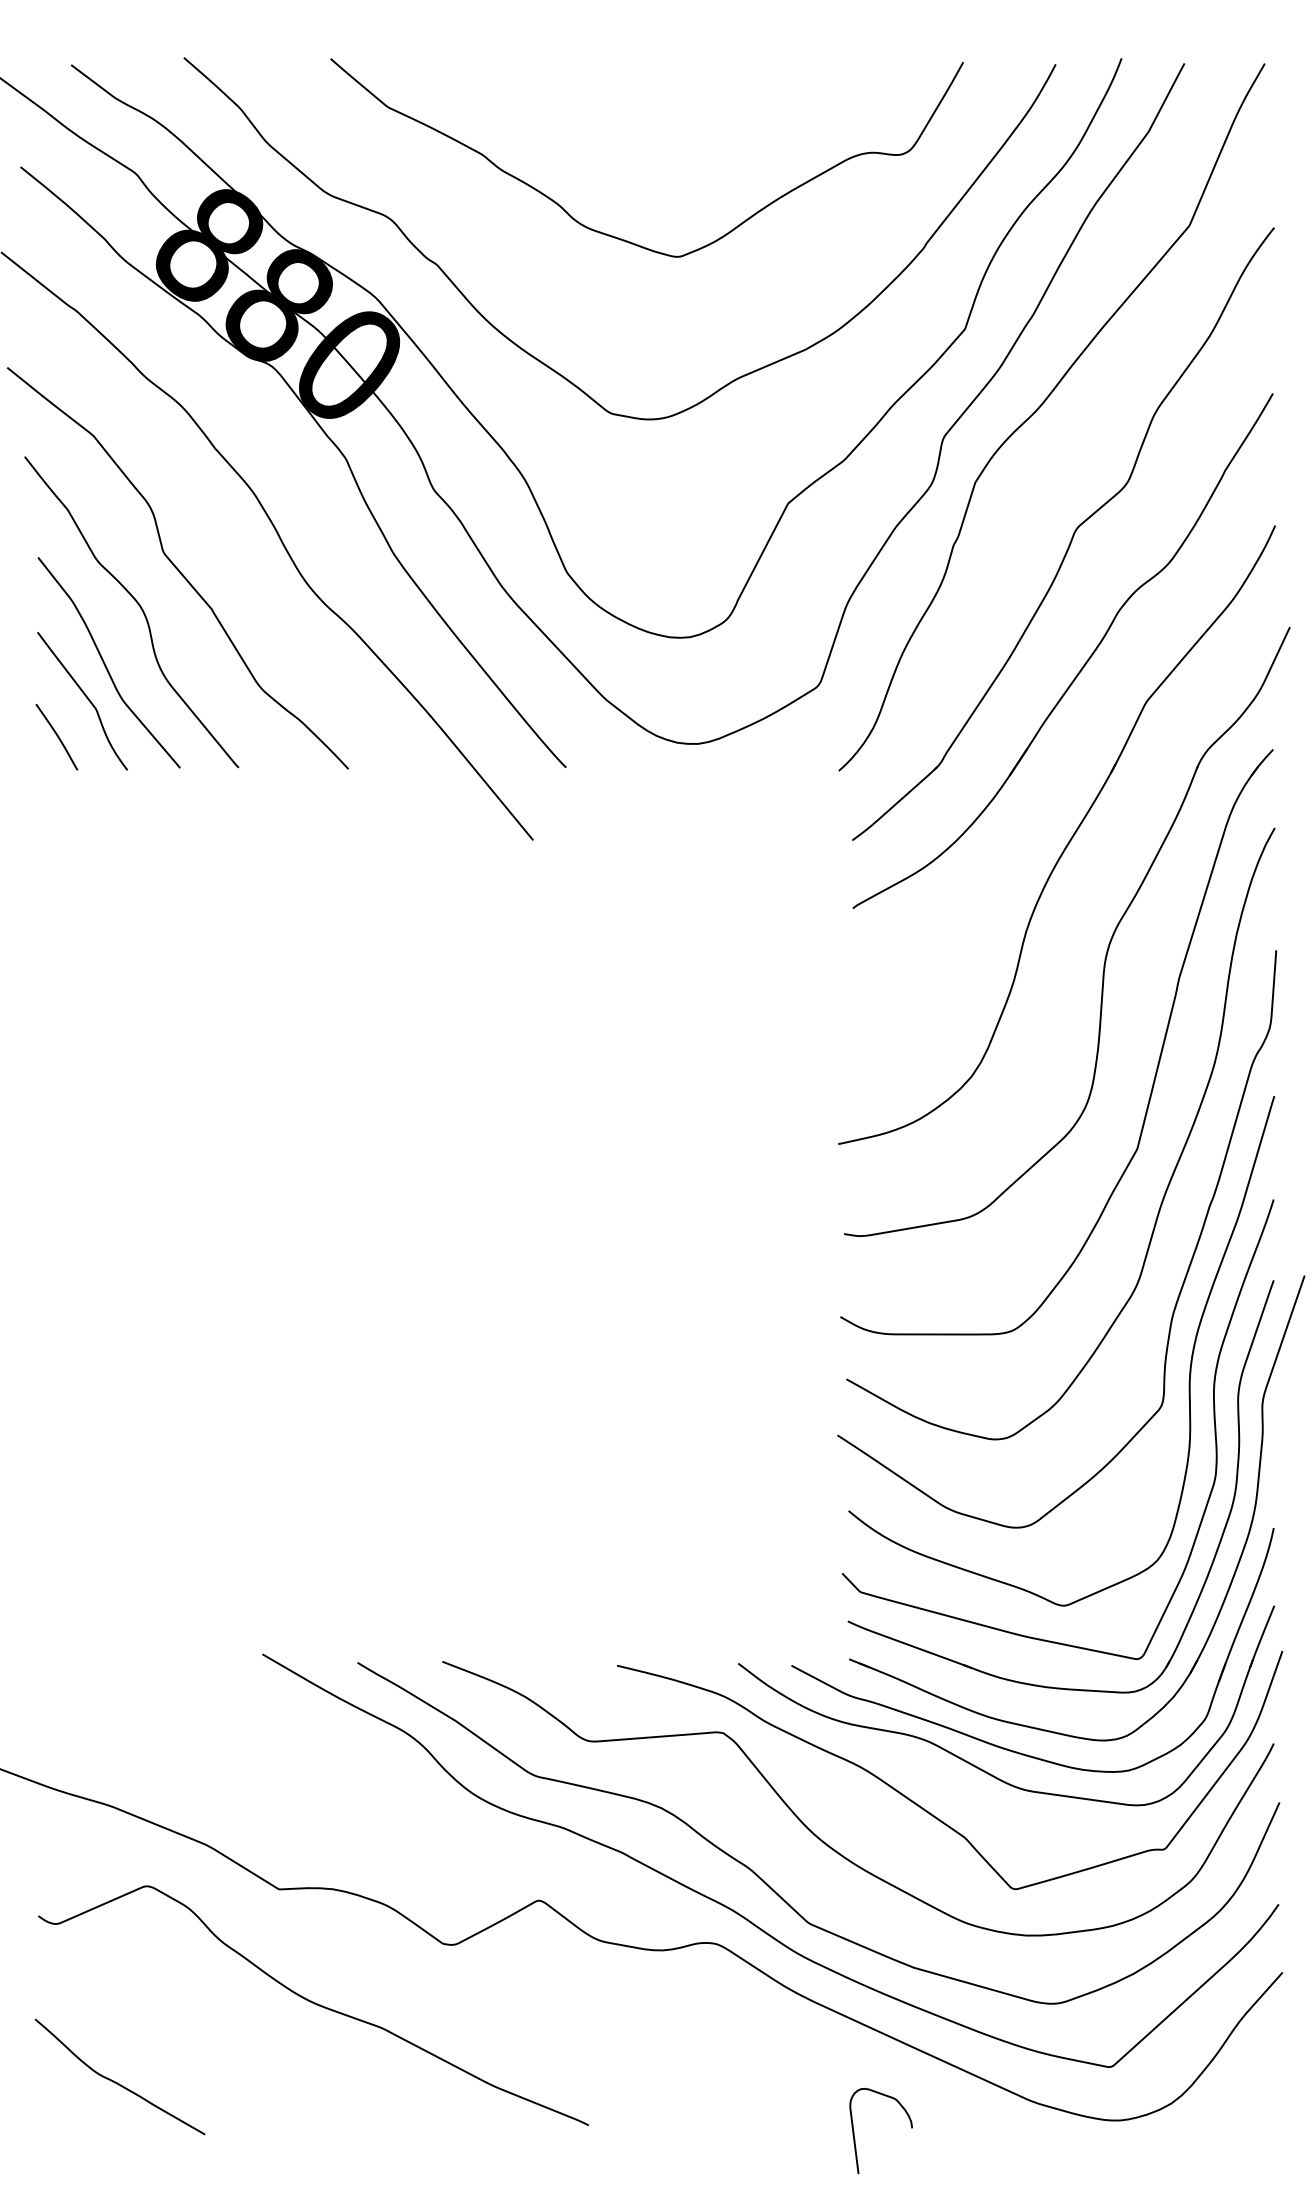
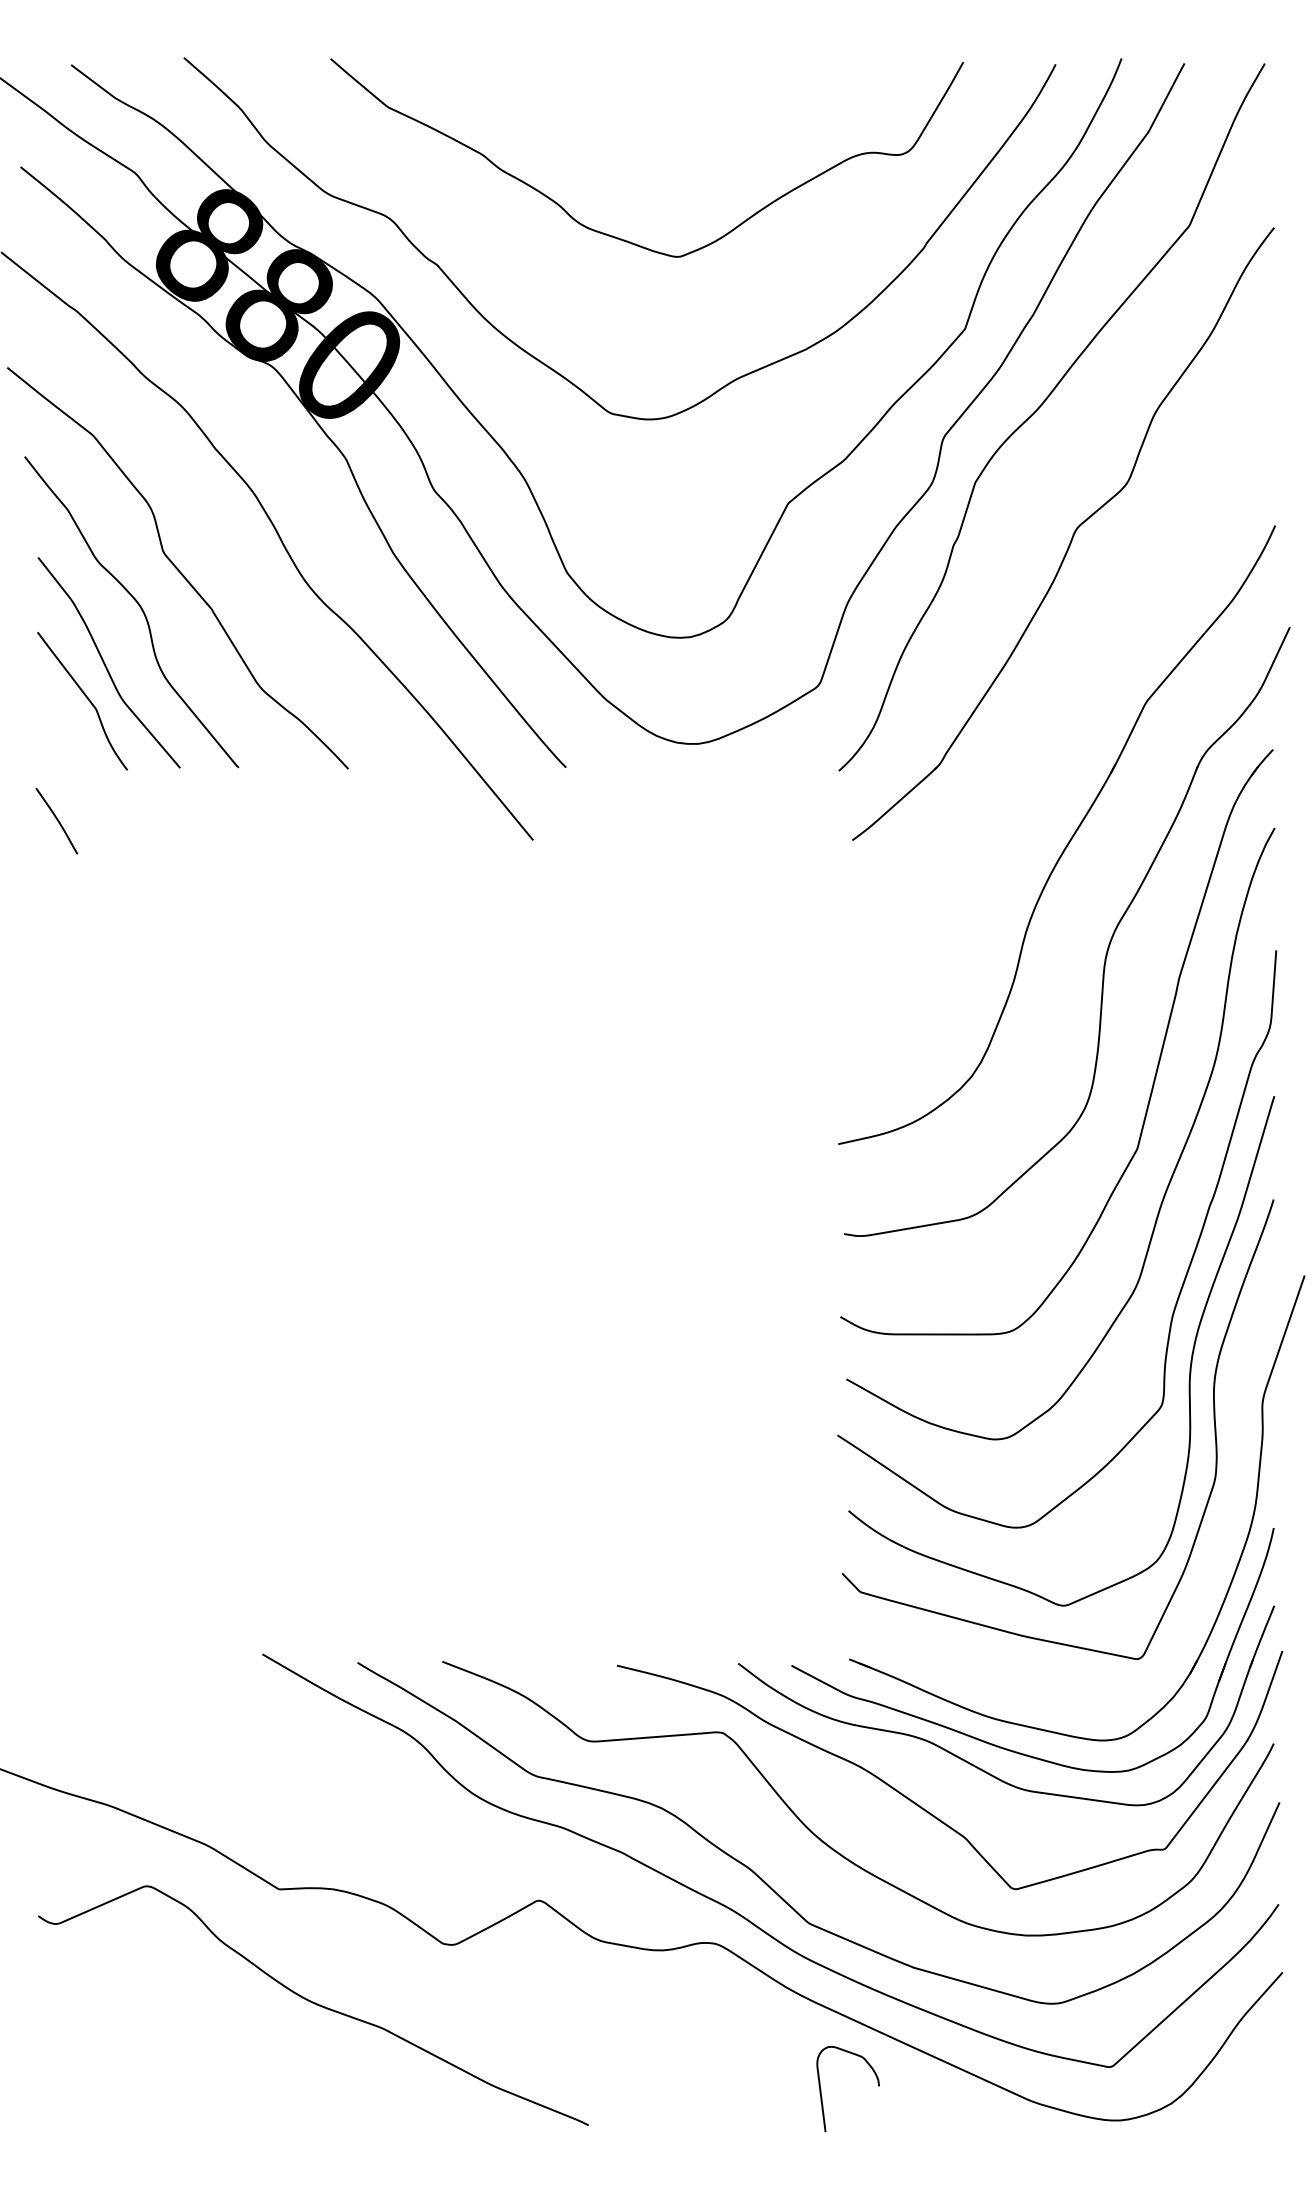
part at (1081, 667): present -> none
curve at (56, 736) position: (56, 736) -> (56, 820)
part at (1219, 1540): present -> none
curve at (117, 2082): present -> none
curve at (854, 2131) position: (854, 2131) -> (821, 2089)
